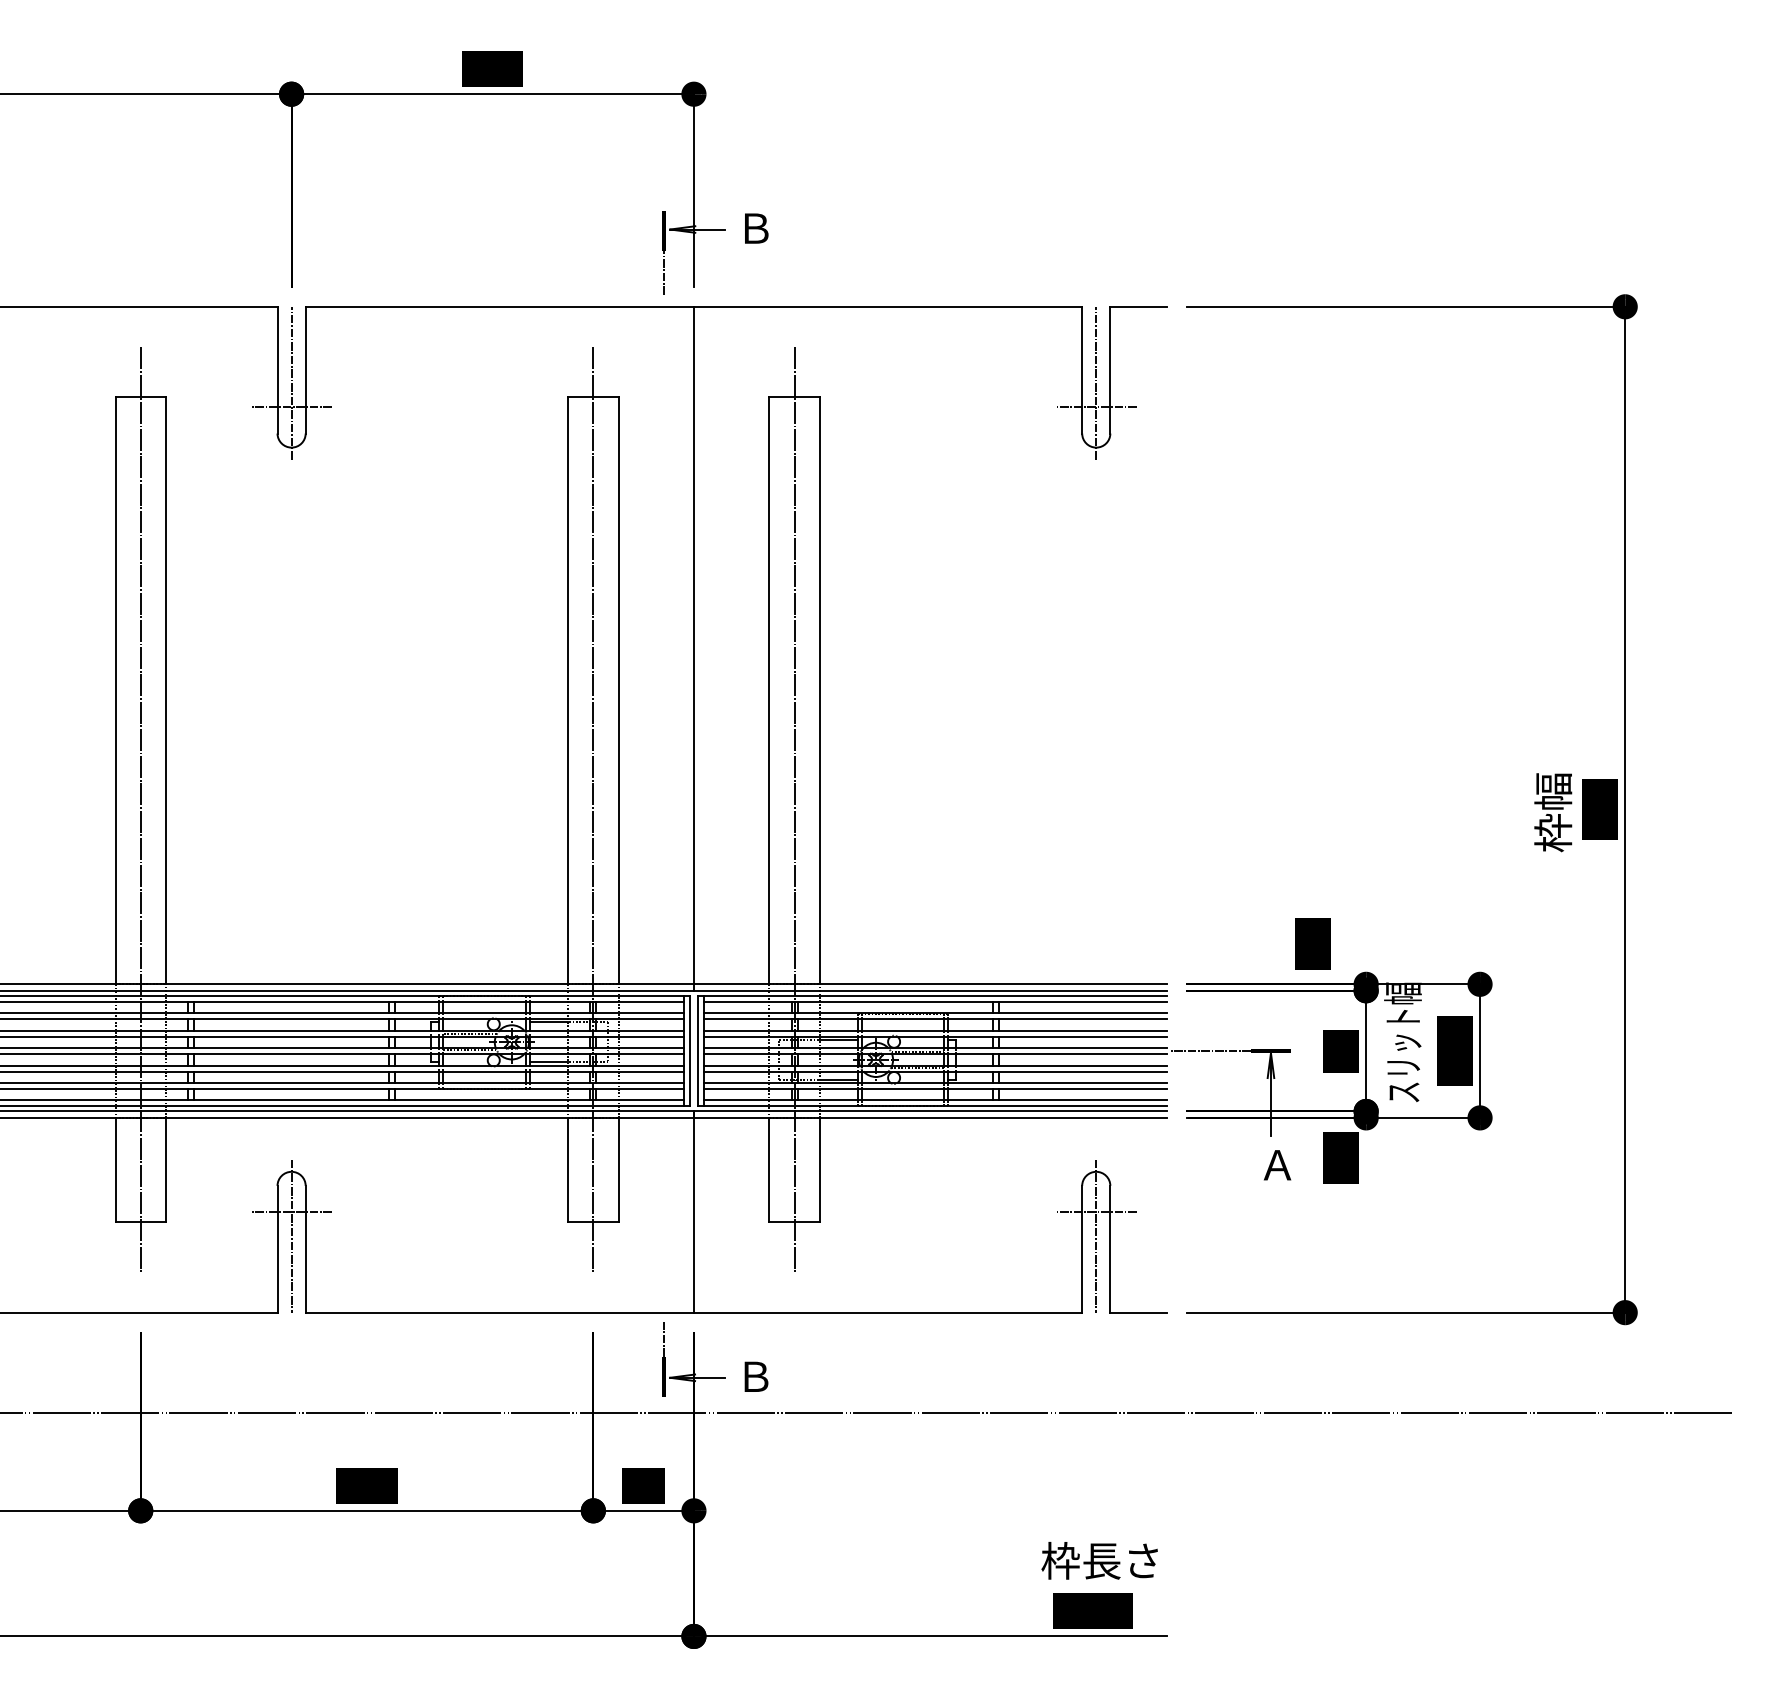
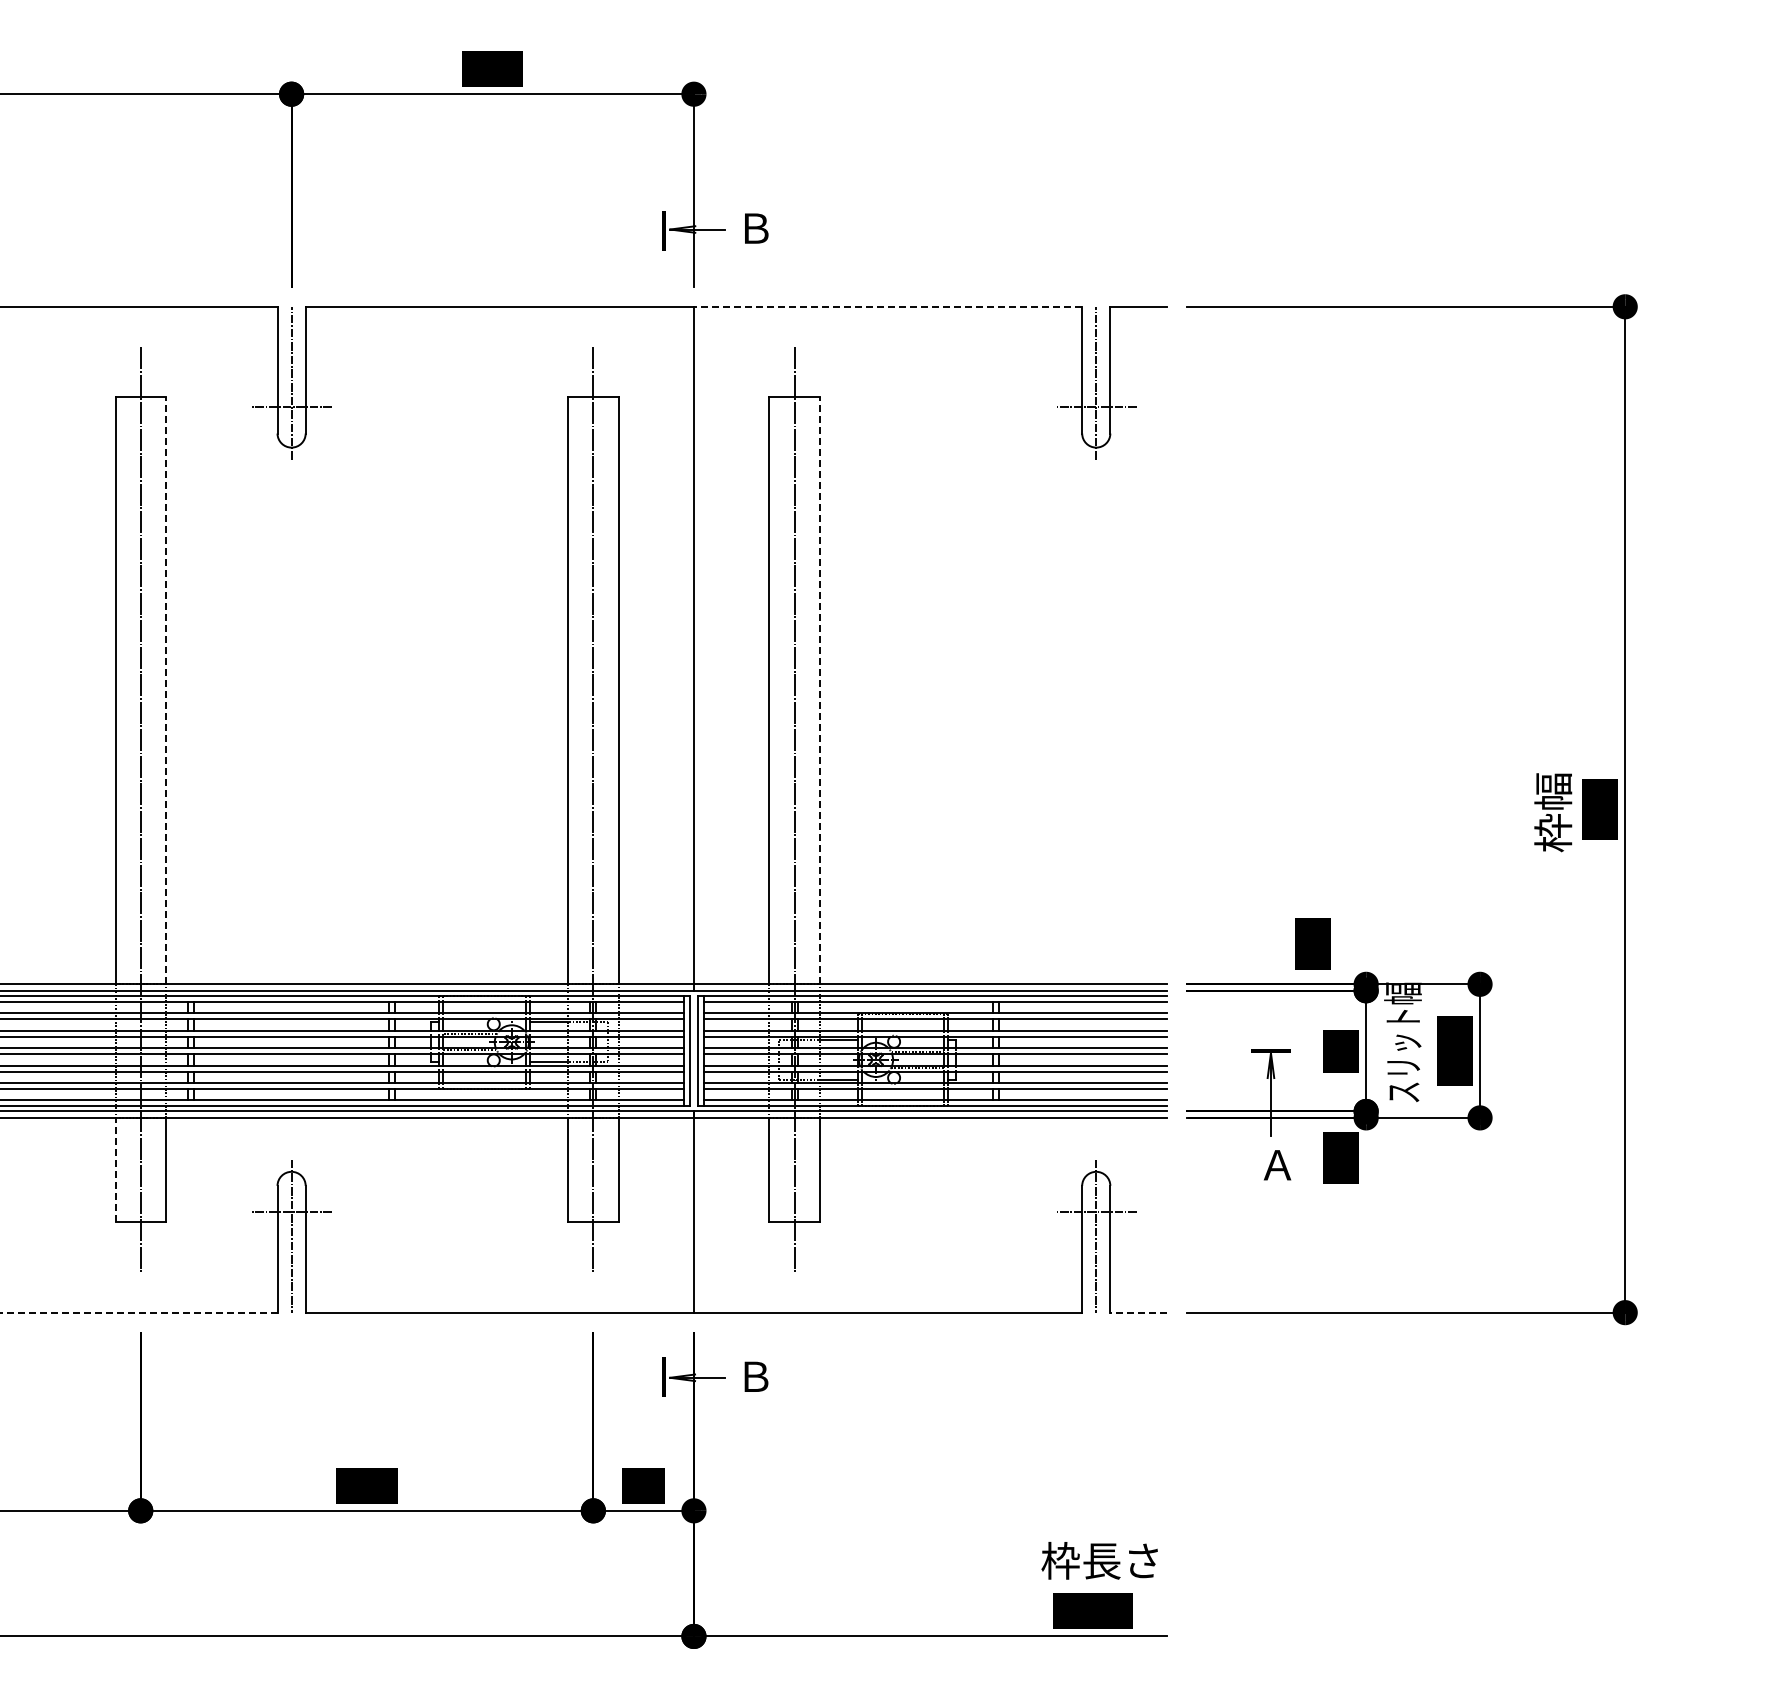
line at (664, 272): present -> none
line at (887, 306): solid -> dashed
line at (165, 690): solid -> dashed
line at (819, 690): solid -> dashed
line at (1209, 1051): present -> none
line at (115, 1169): solid -> dashed
line at (138, 1312): solid -> dashed
line at (1138, 1312): solid -> dashed
line at (664, 1339): present -> none
line at (867, 1413): present -> none
